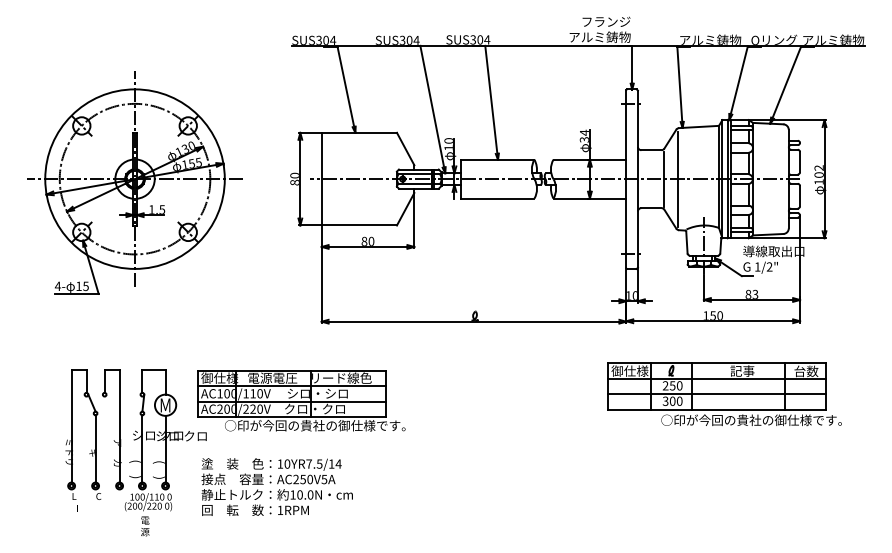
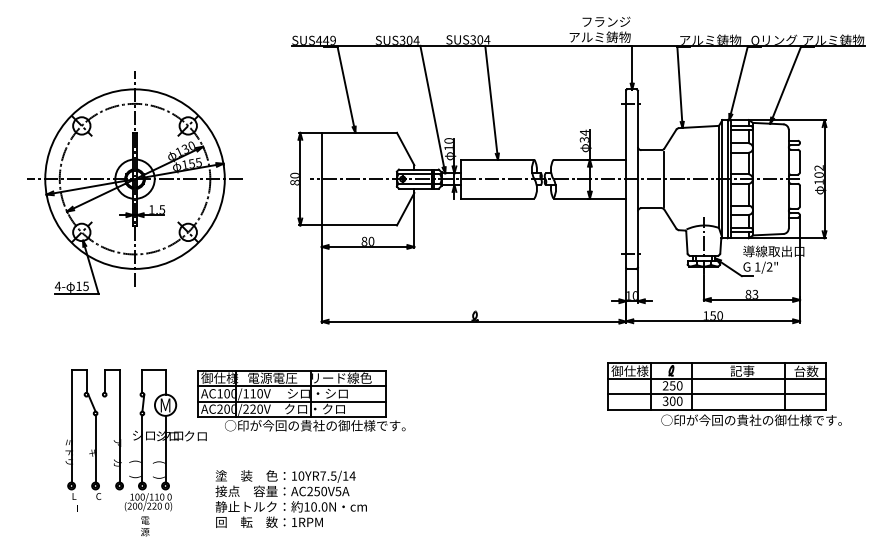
text at (326, 39): SUS304 -> SUS449
line at (677, 178): present -> none
text at (276, 486) position: (276, 486) -> (290, 498)
